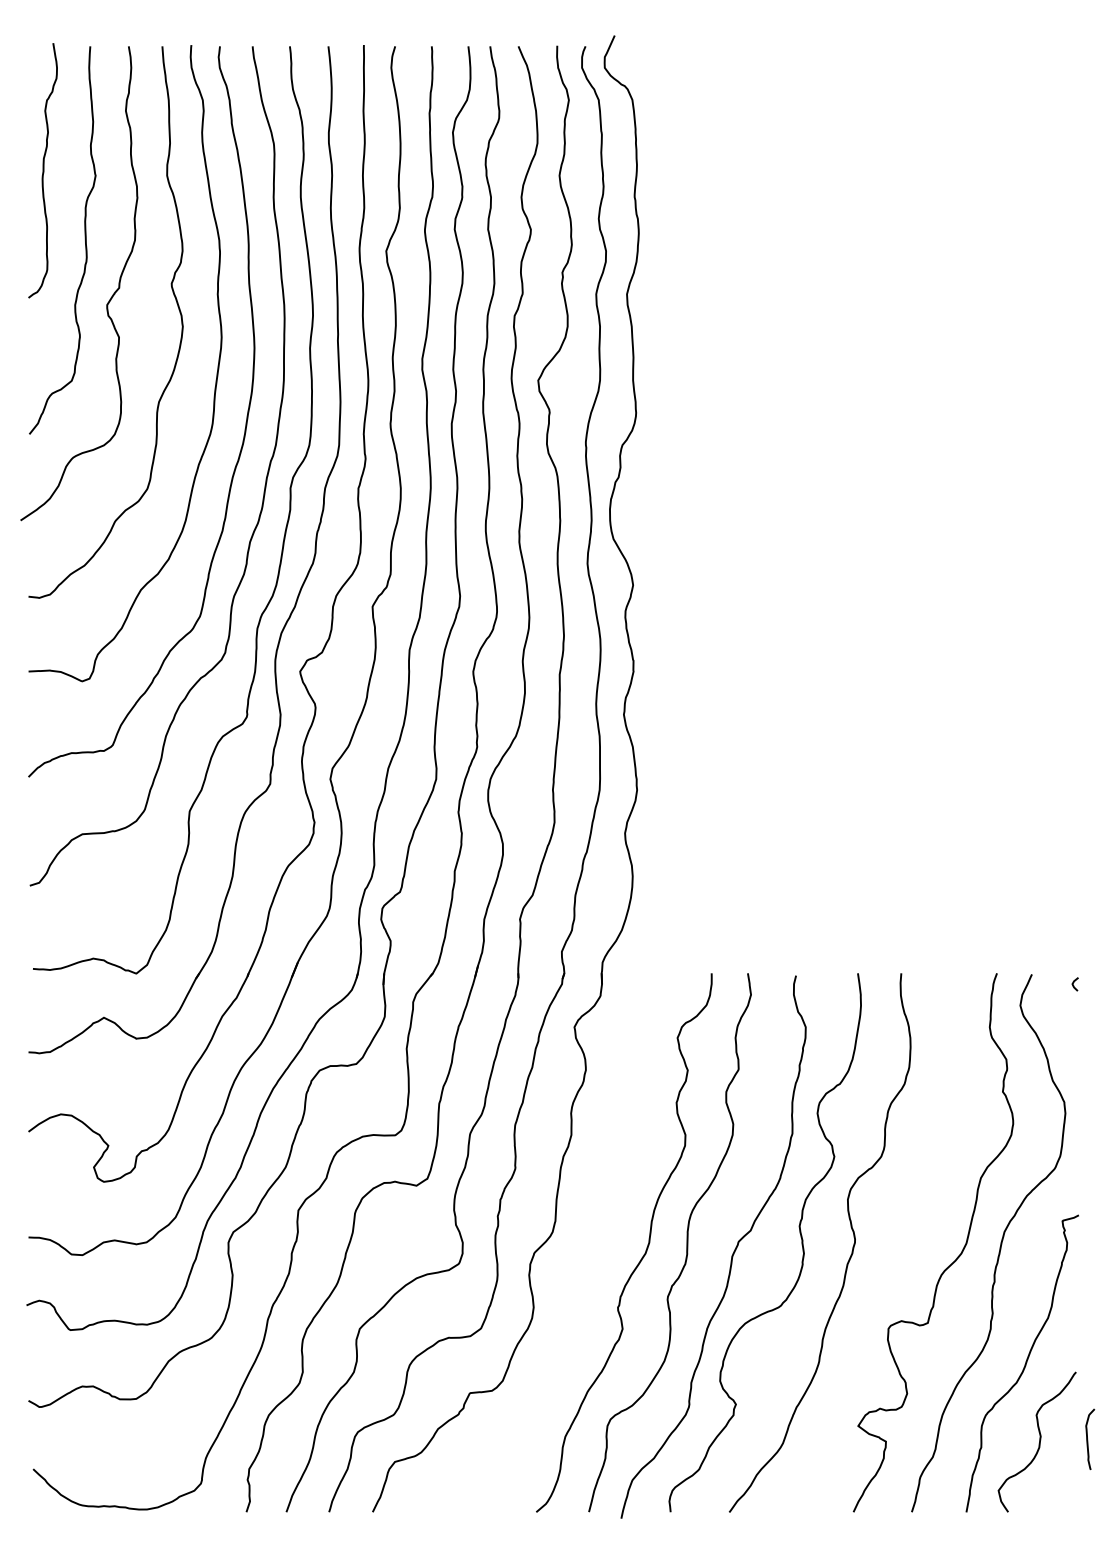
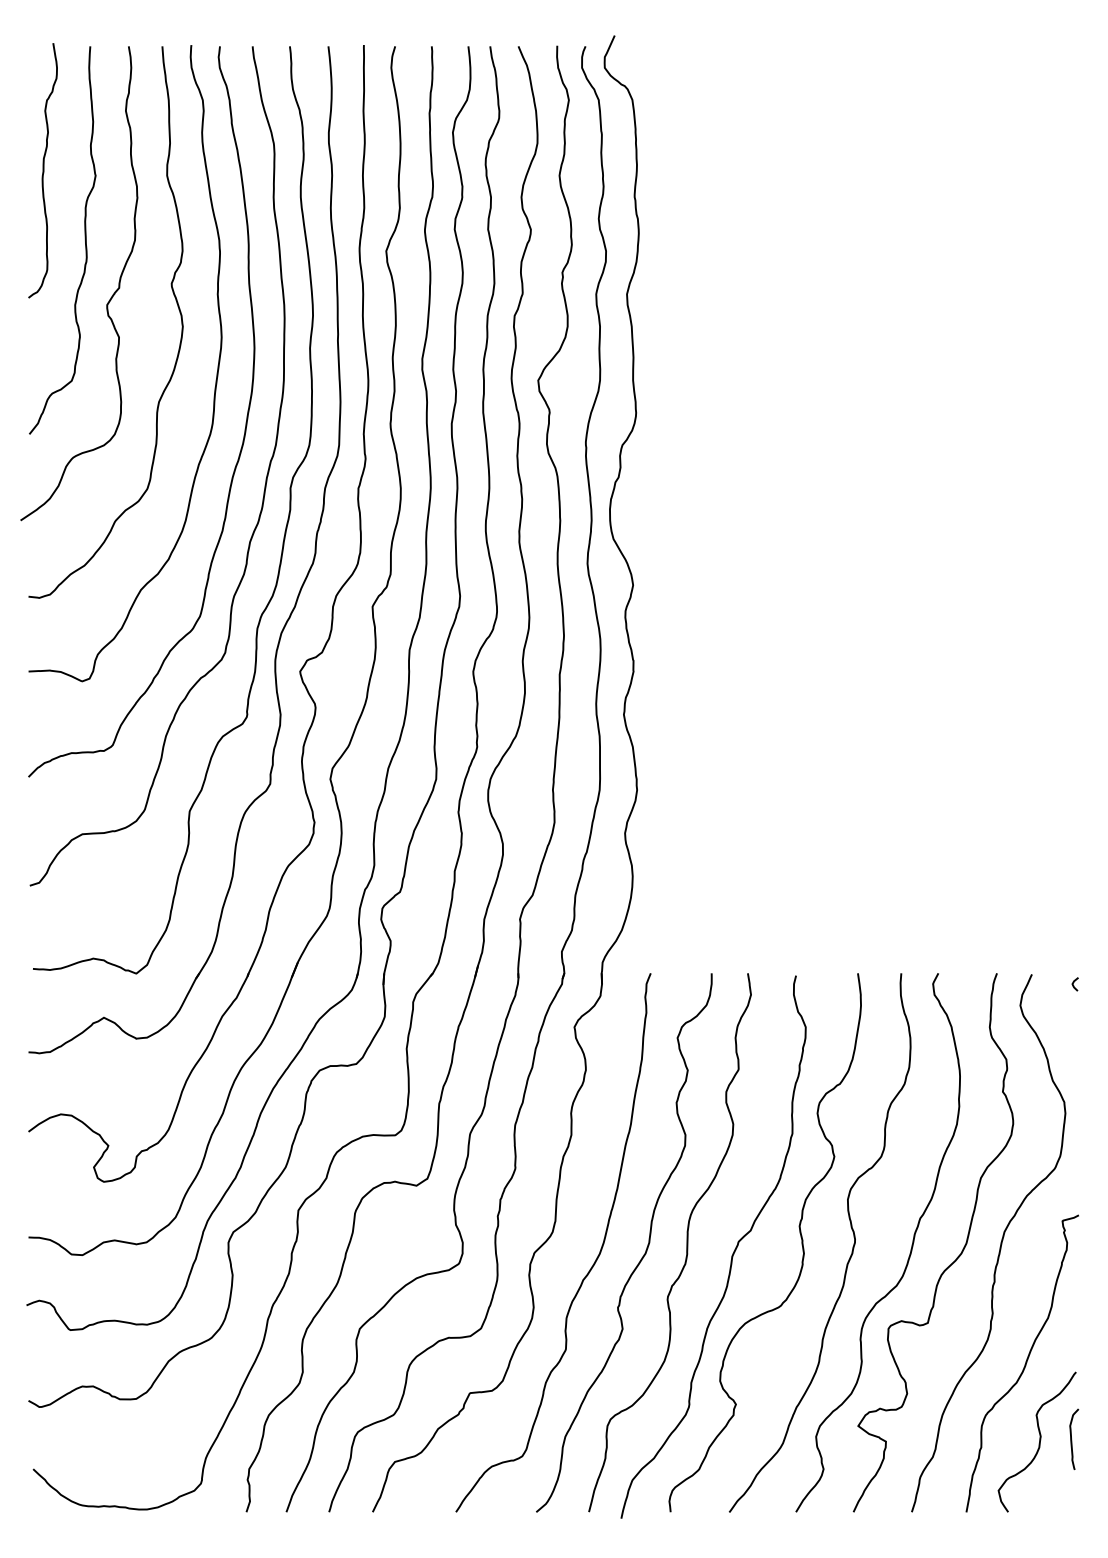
curve at (910, 1249): none -> present
curve at (592, 1264): none -> present
curve at (1088, 1439) position: (1088, 1439) -> (1072, 1439)
